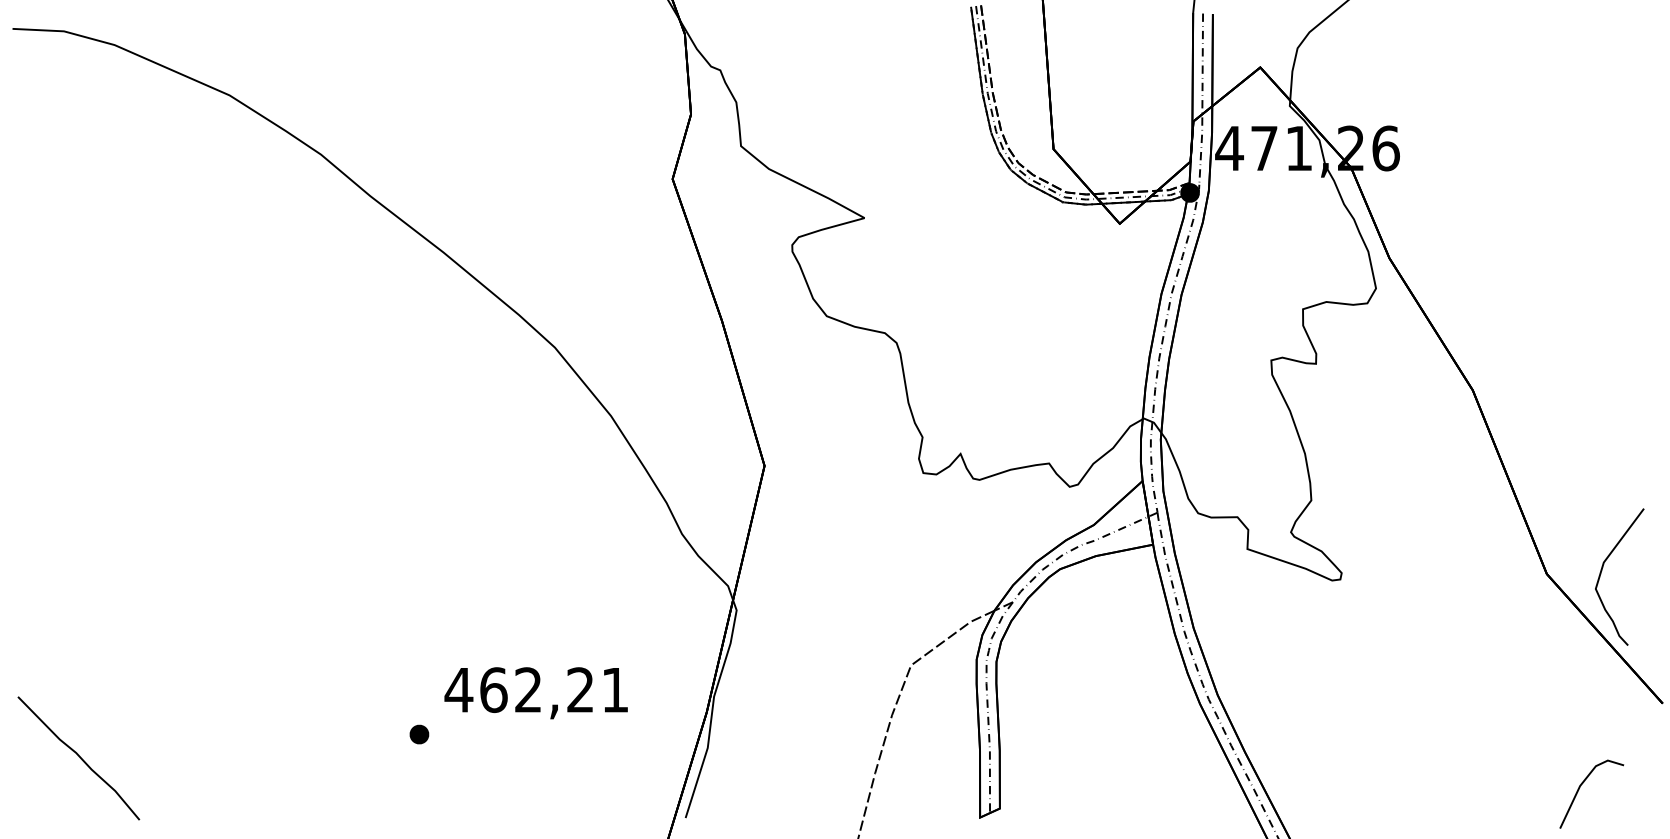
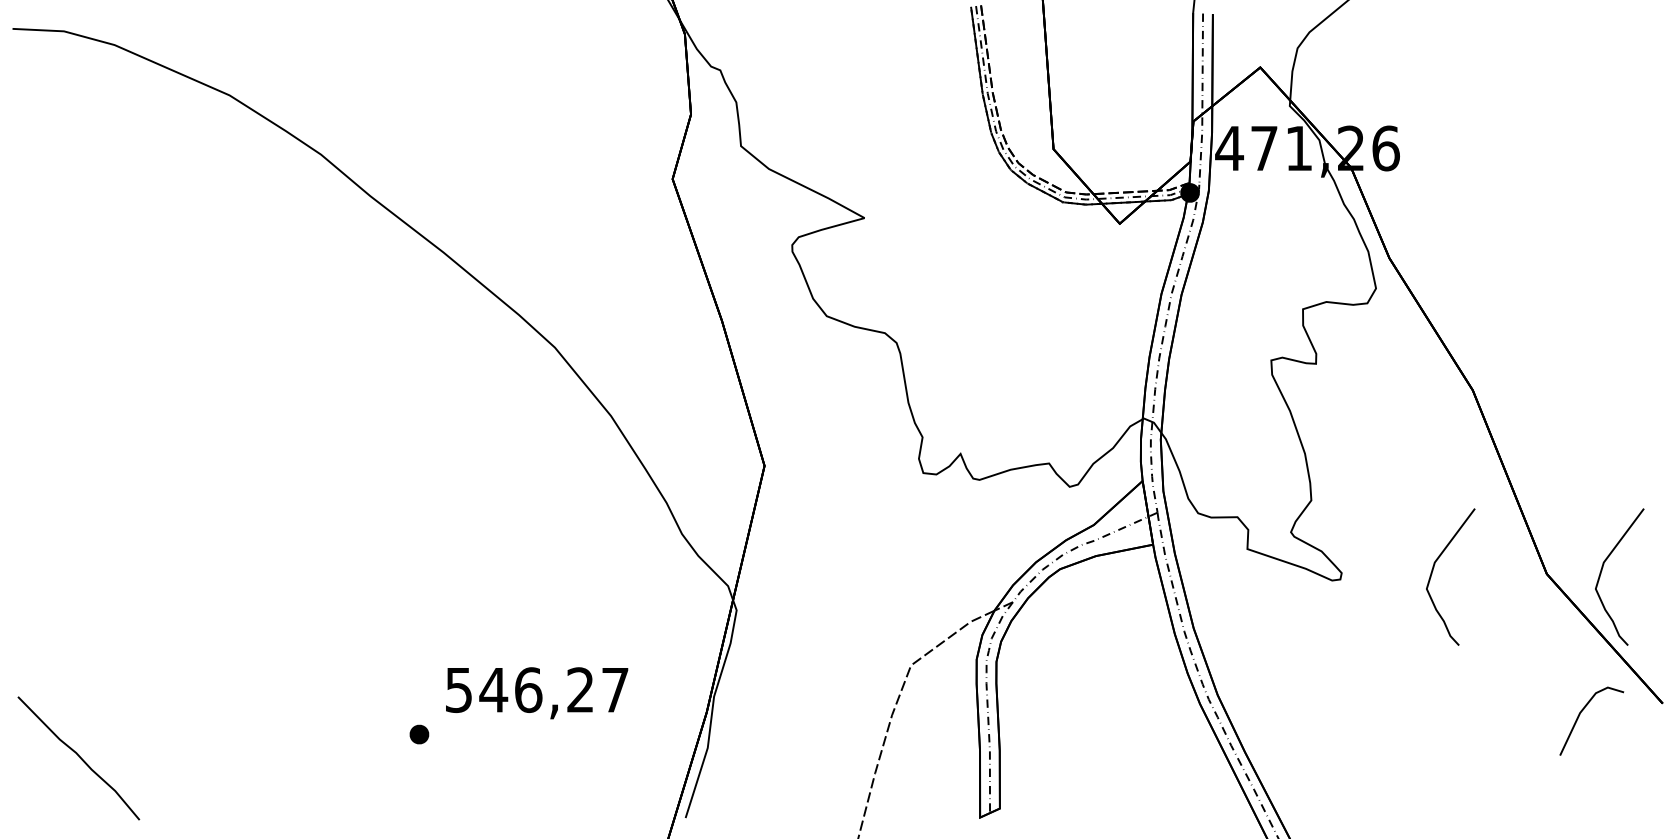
curve at (1433, 570): none -> present
text at (536, 690): 462,21 -> 546,27
line at (1580, 787) position: (1580, 787) -> (1580, 714)
